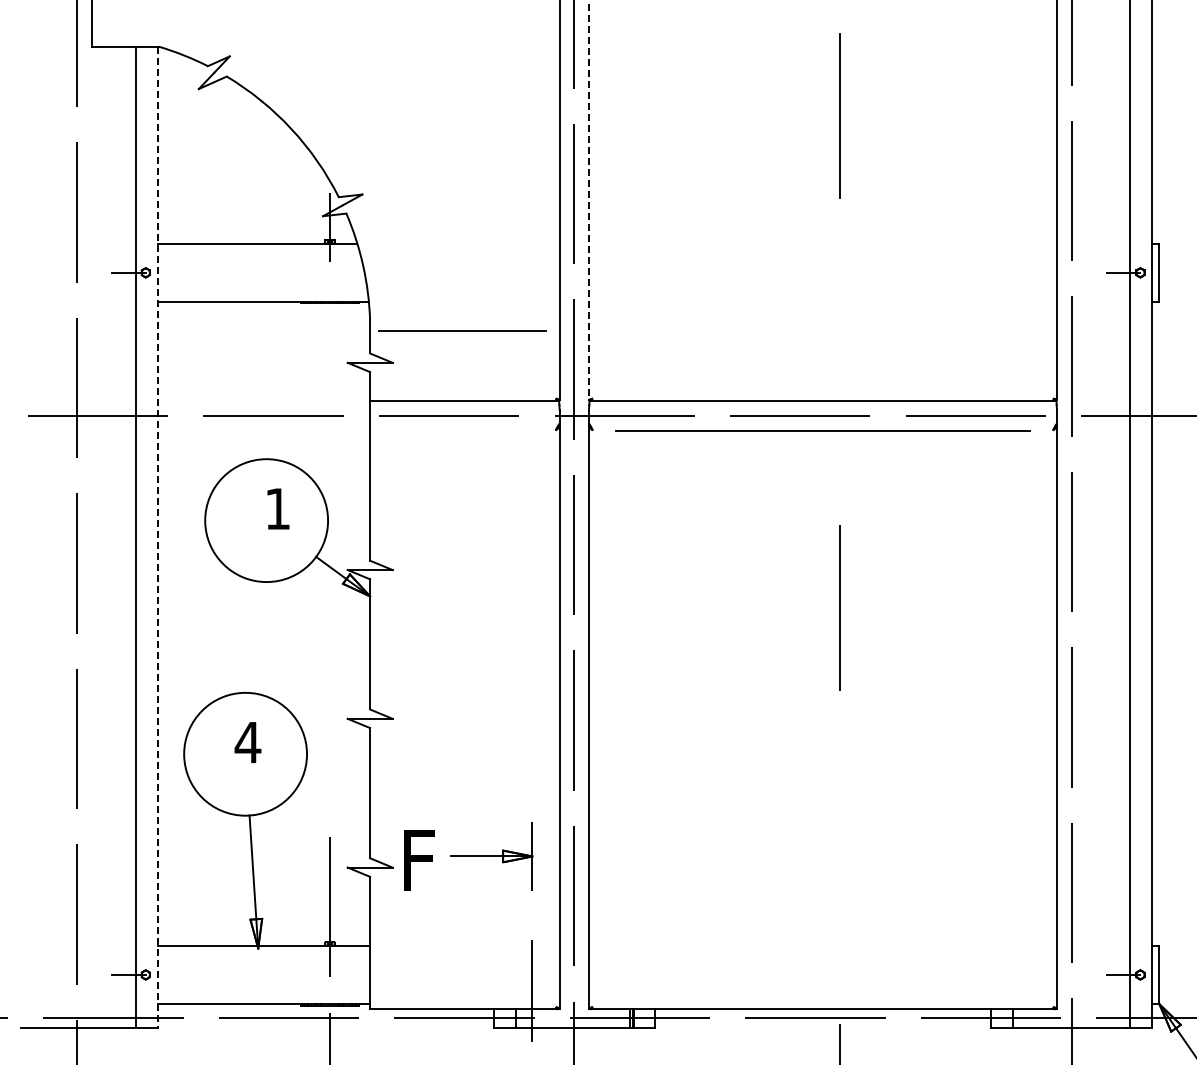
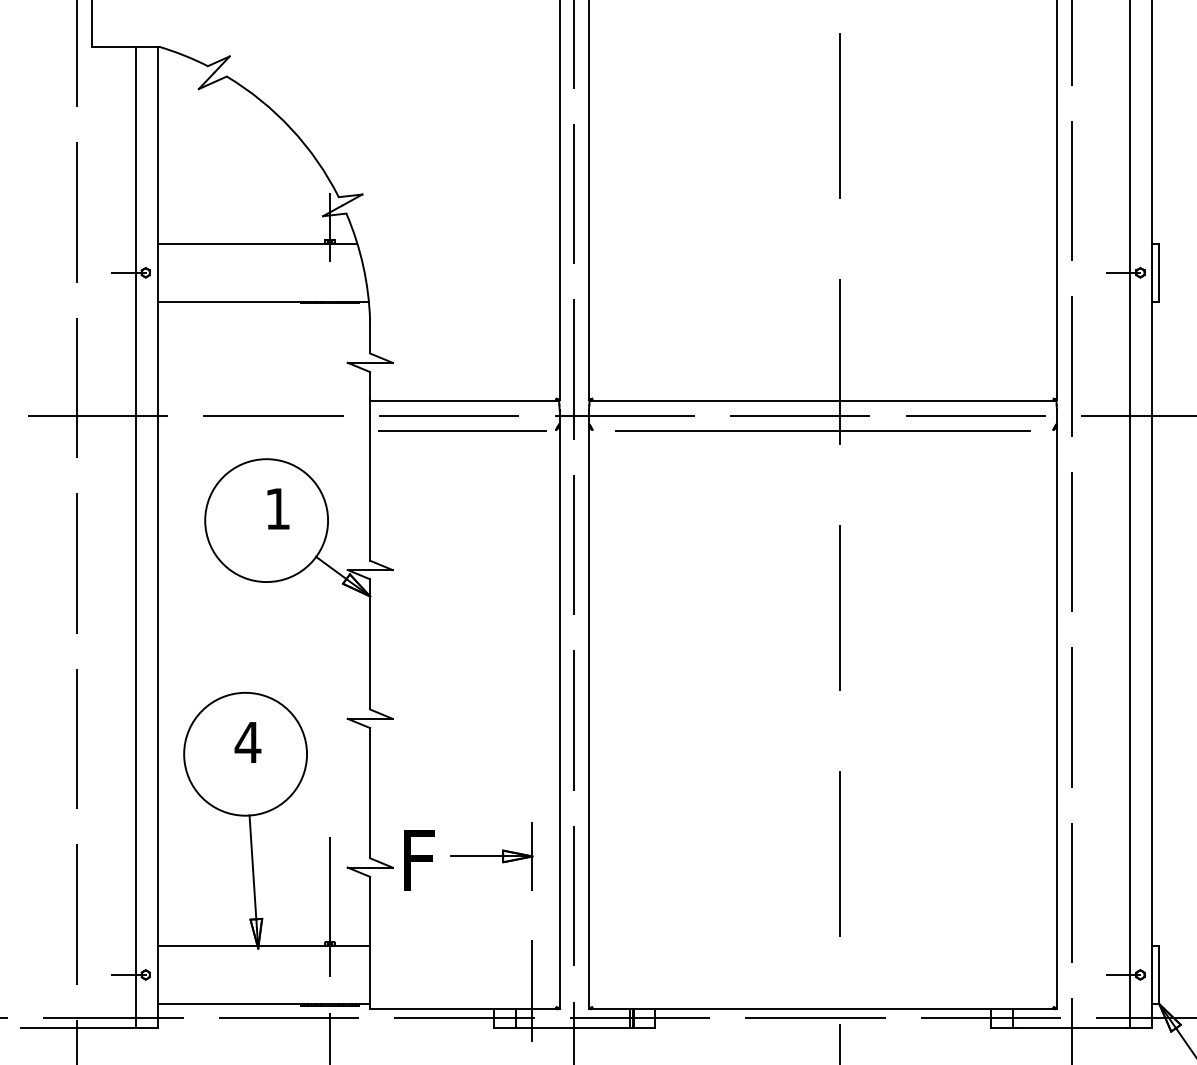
line at (588, 200): dashed -> solid
line at (462, 330) position: (462, 330) -> (462, 430)
line at (839, 361): none -> present
line at (157, 537): dashed -> solid
line at (839, 853): none -> present
